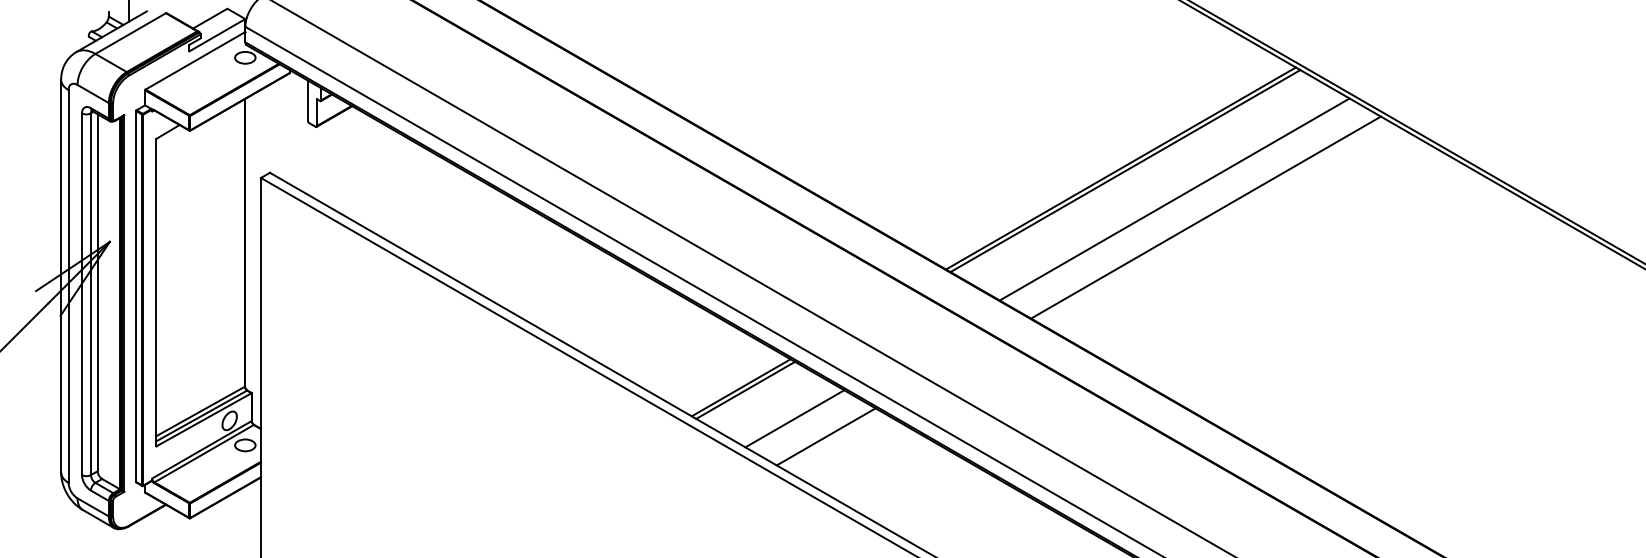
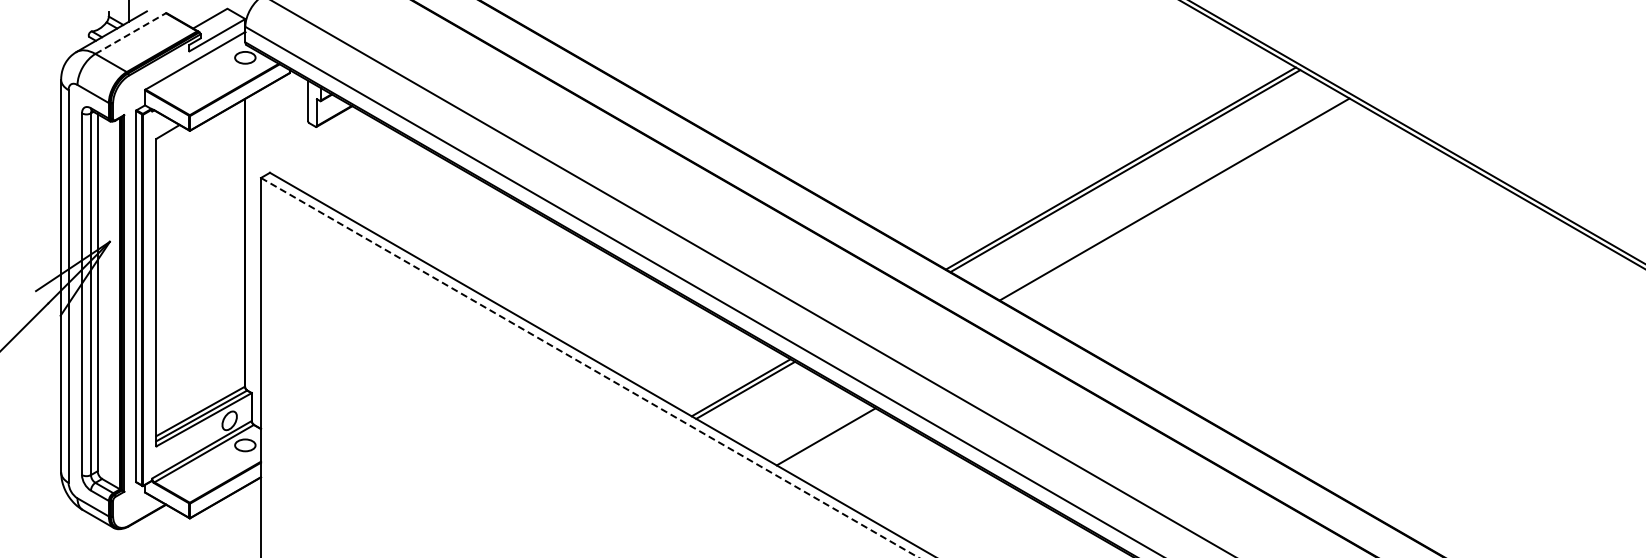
line at (130, 33): solid -> dashed
line at (1205, 217): present -> none
line at (590, 367): solid -> dashed
line at (794, 418): present -> none
